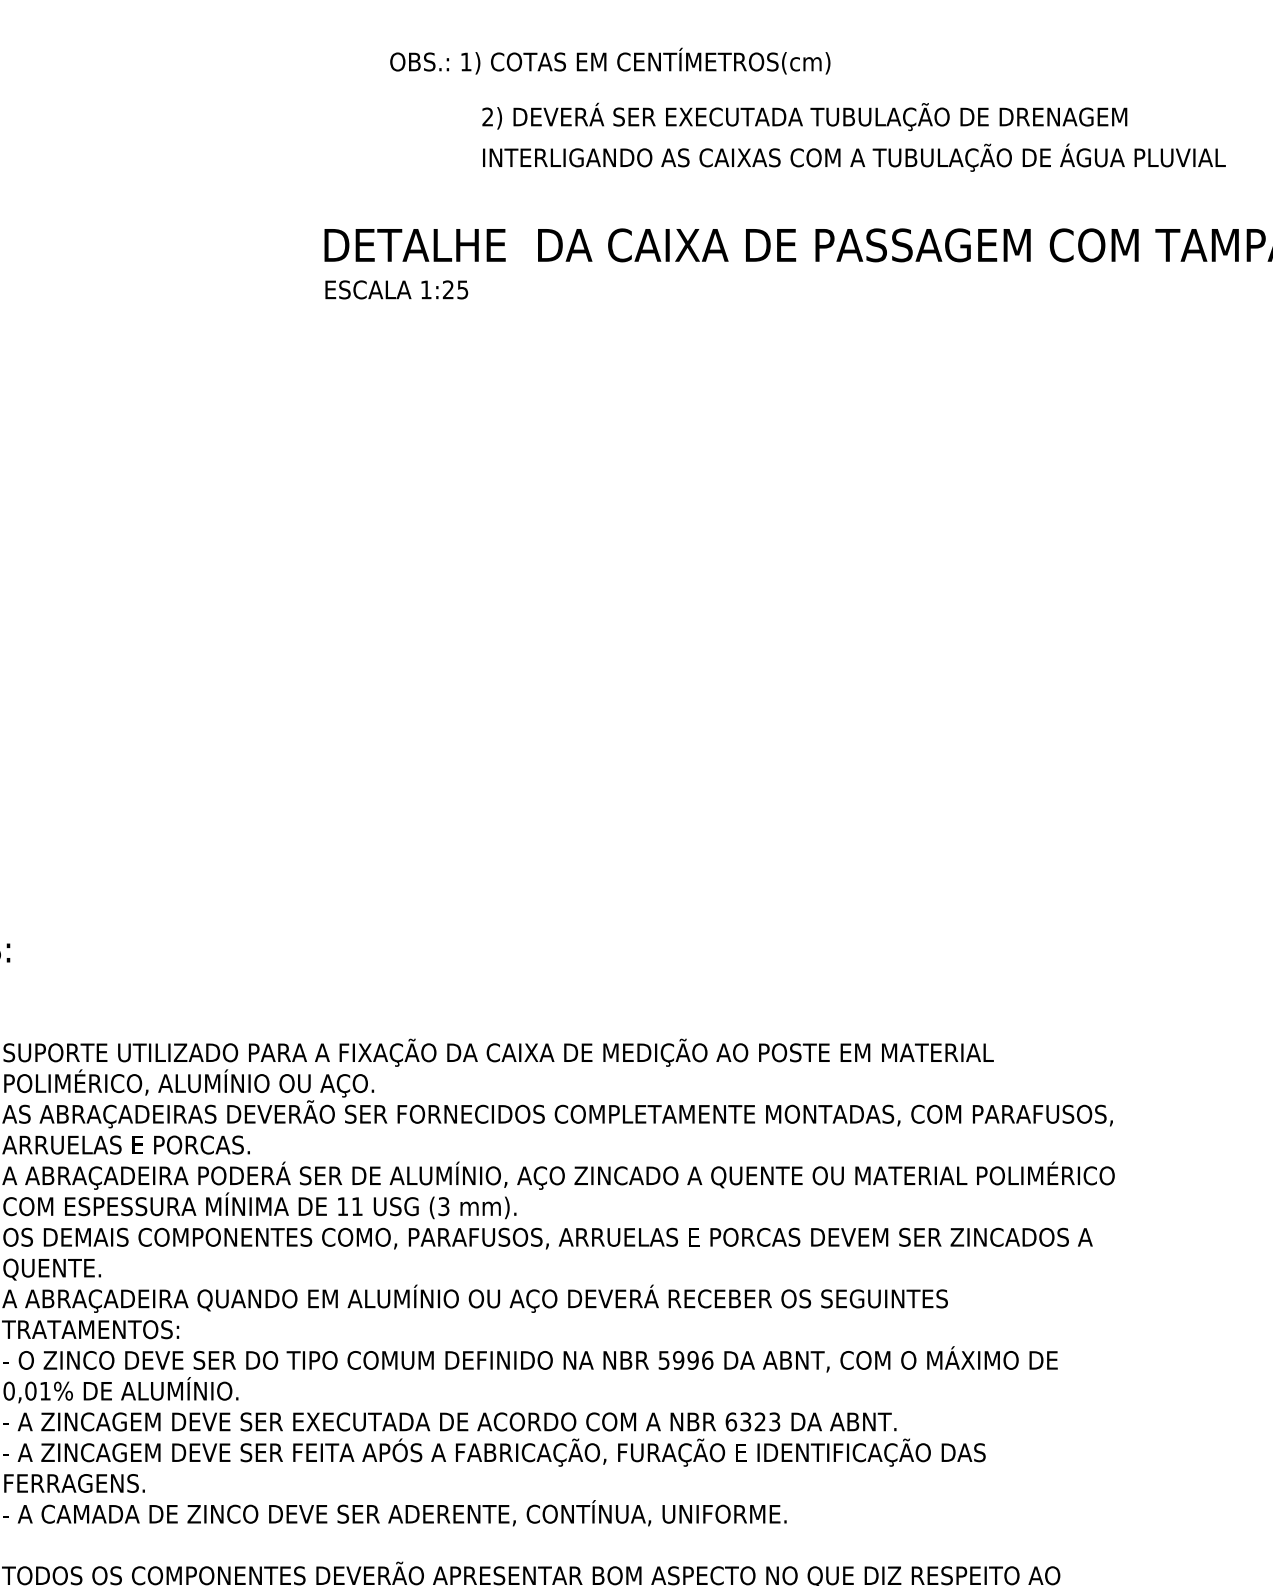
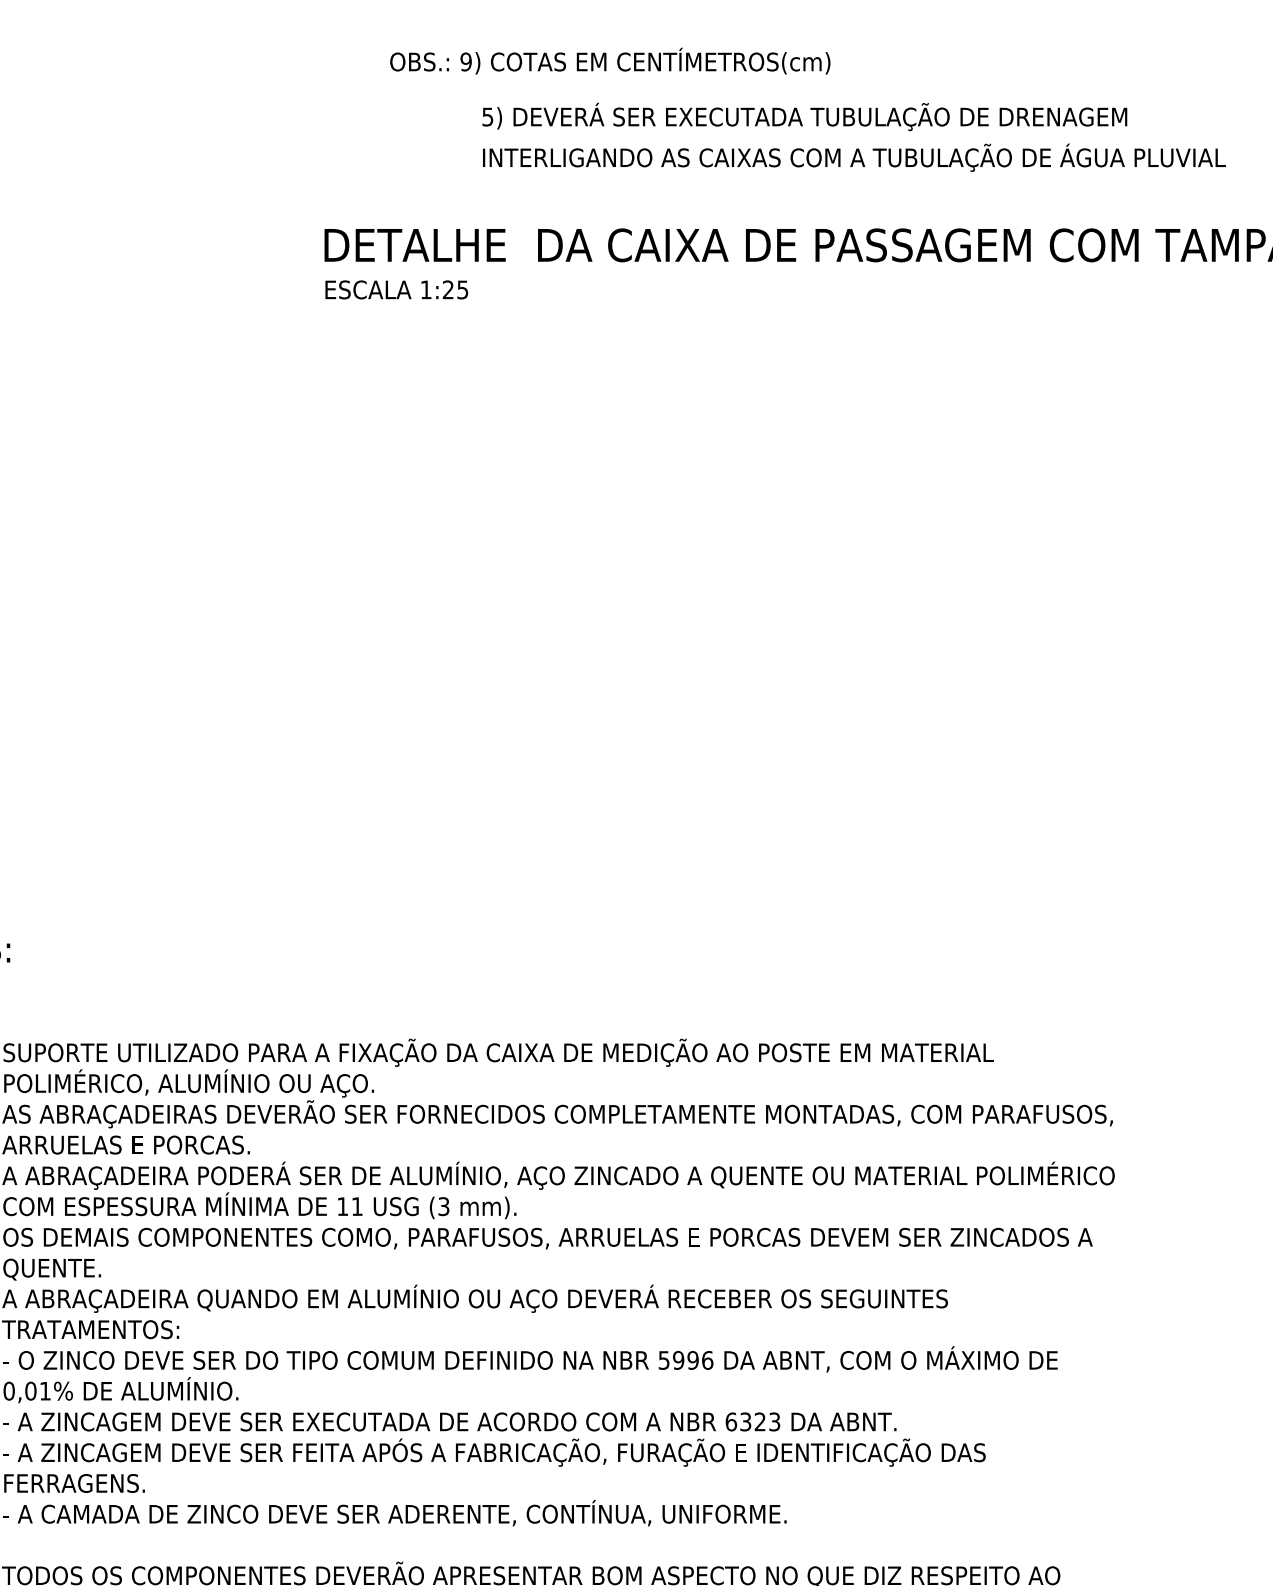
text at (465, 61): 1) -> 9)
text at (487, 116): 2) -> 5)
